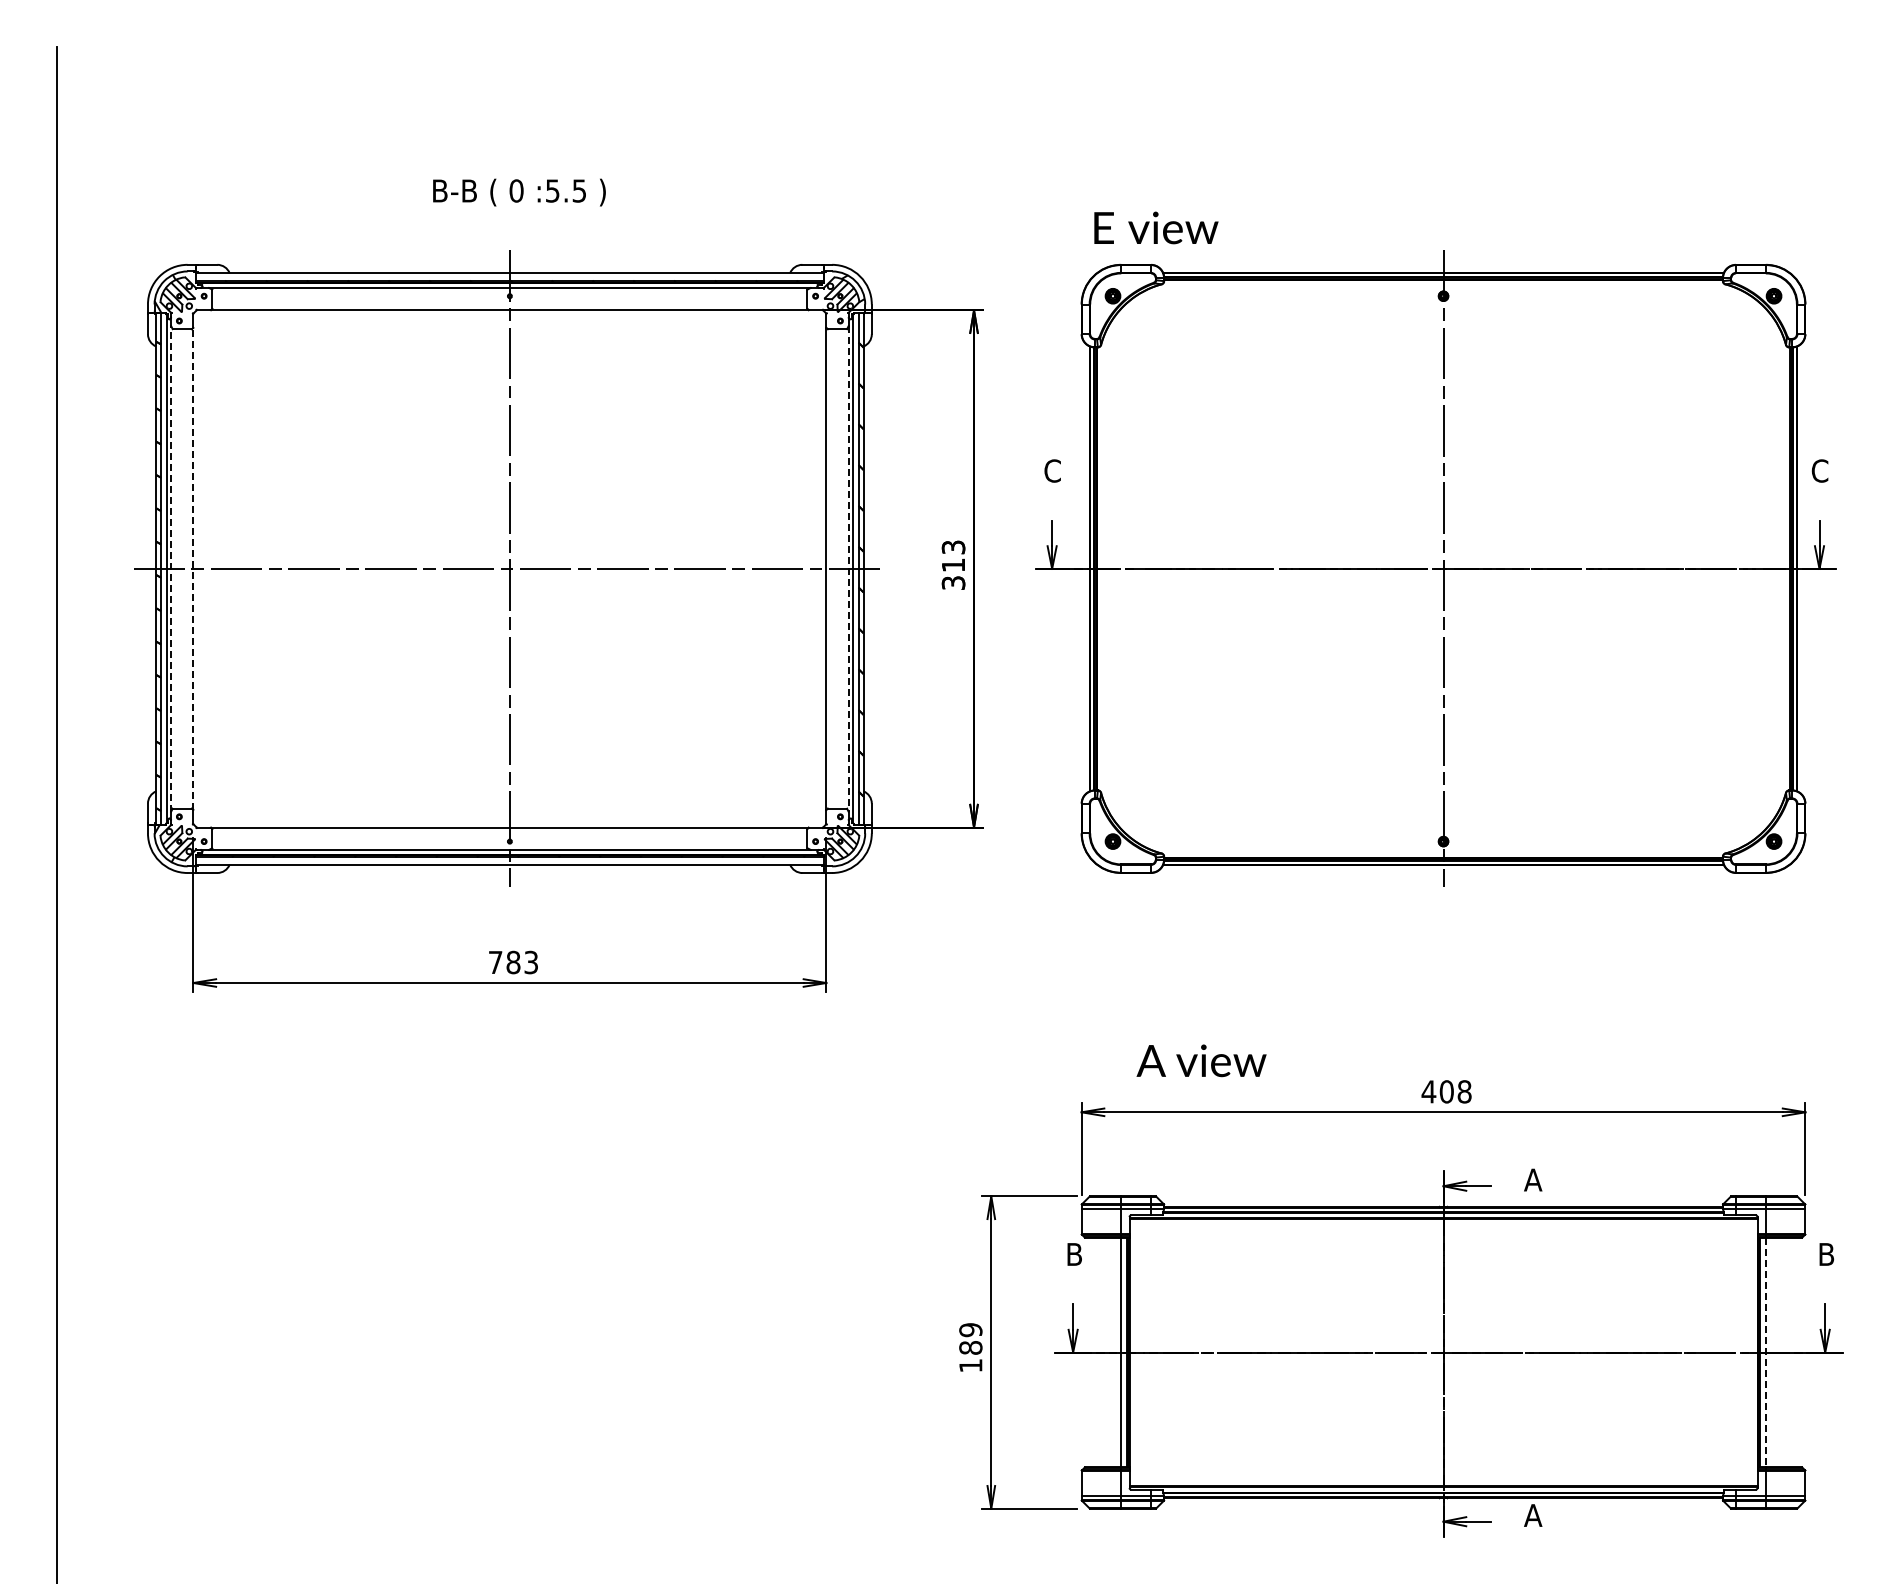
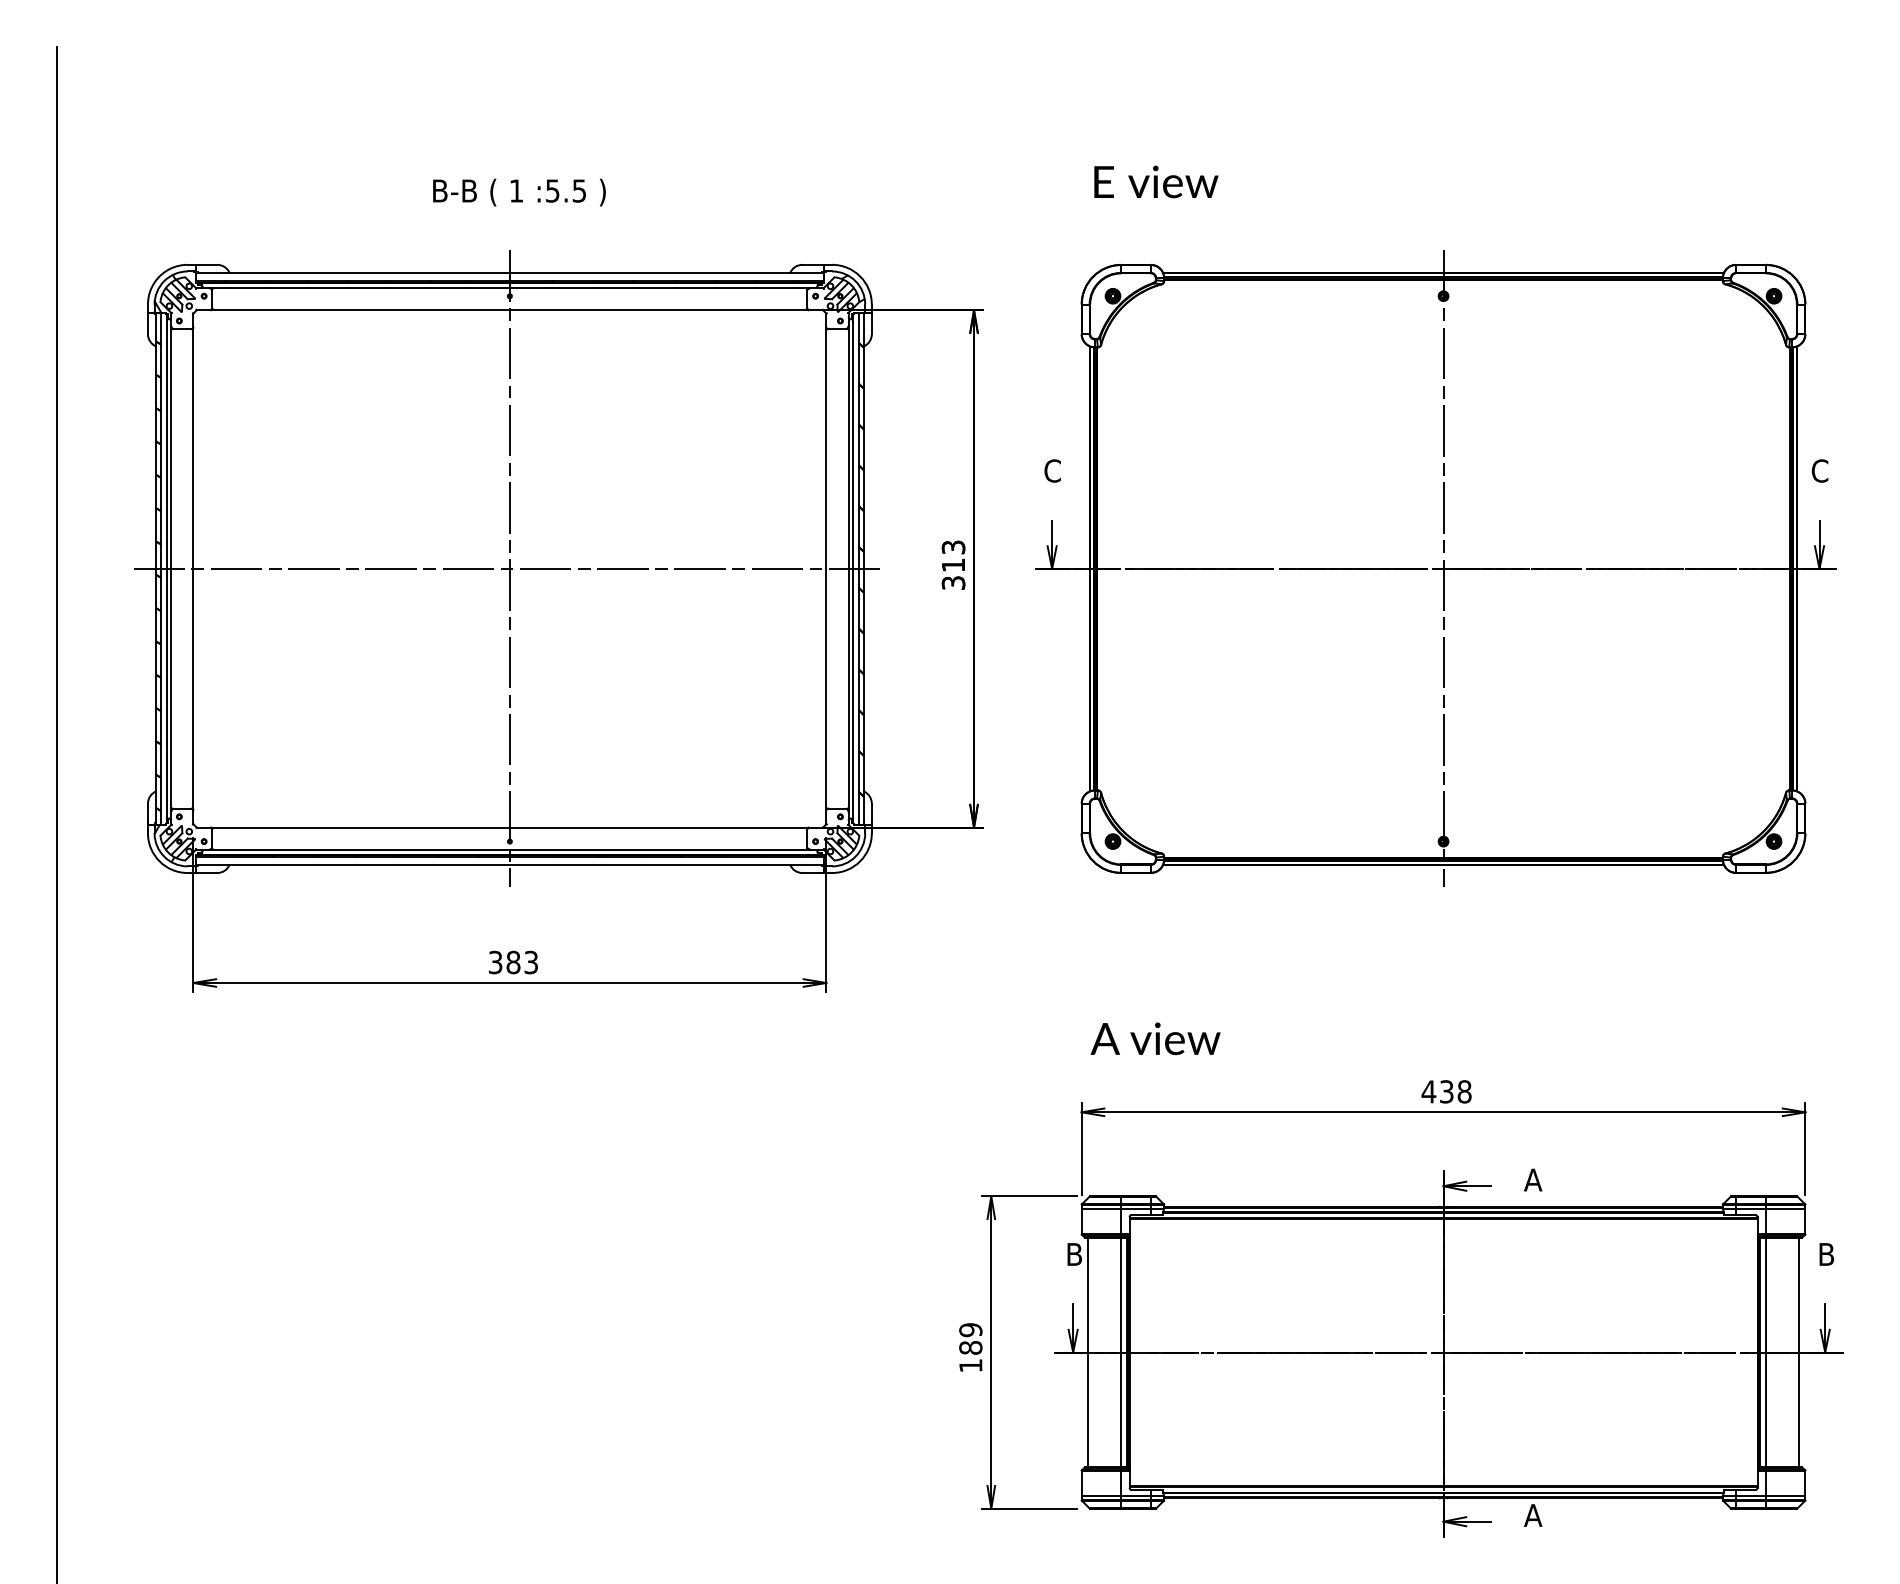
text at (516, 190): 0 -> 1
text at (1156, 227) position: (1156, 227) -> (1156, 181)
line at (171, 568): dashed -> solid
line at (193, 568): dashed -> solid
line at (848, 569): dashed -> solid
text at (495, 962): 783 -> 383
text at (1201, 1060) position: (1201, 1060) -> (1155, 1038)
text at (1446, 1091): 408 -> 438
line at (1088, 1352): none -> present
line at (1765, 1352): dashed -> solid
line at (1798, 1352): none -> present
